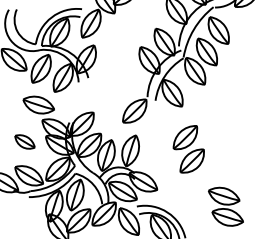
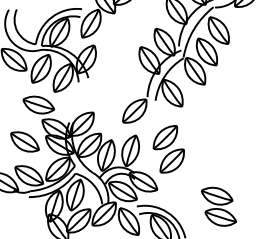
part at (24, 141) size: 22x16 px -> 30x22 px
part at (188, 149) position: (188, 149) -> (168, 149)
part at (225, 206) position: (225, 206) -> (218, 206)
